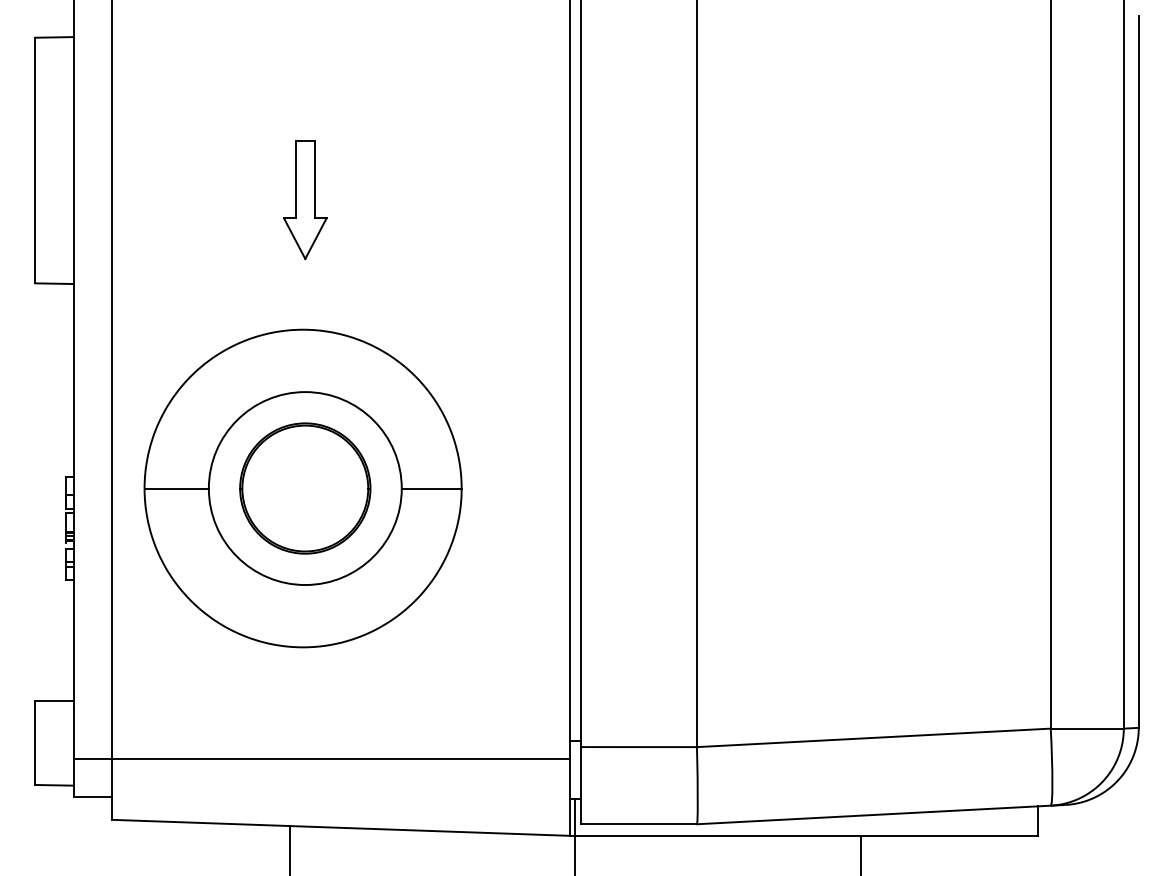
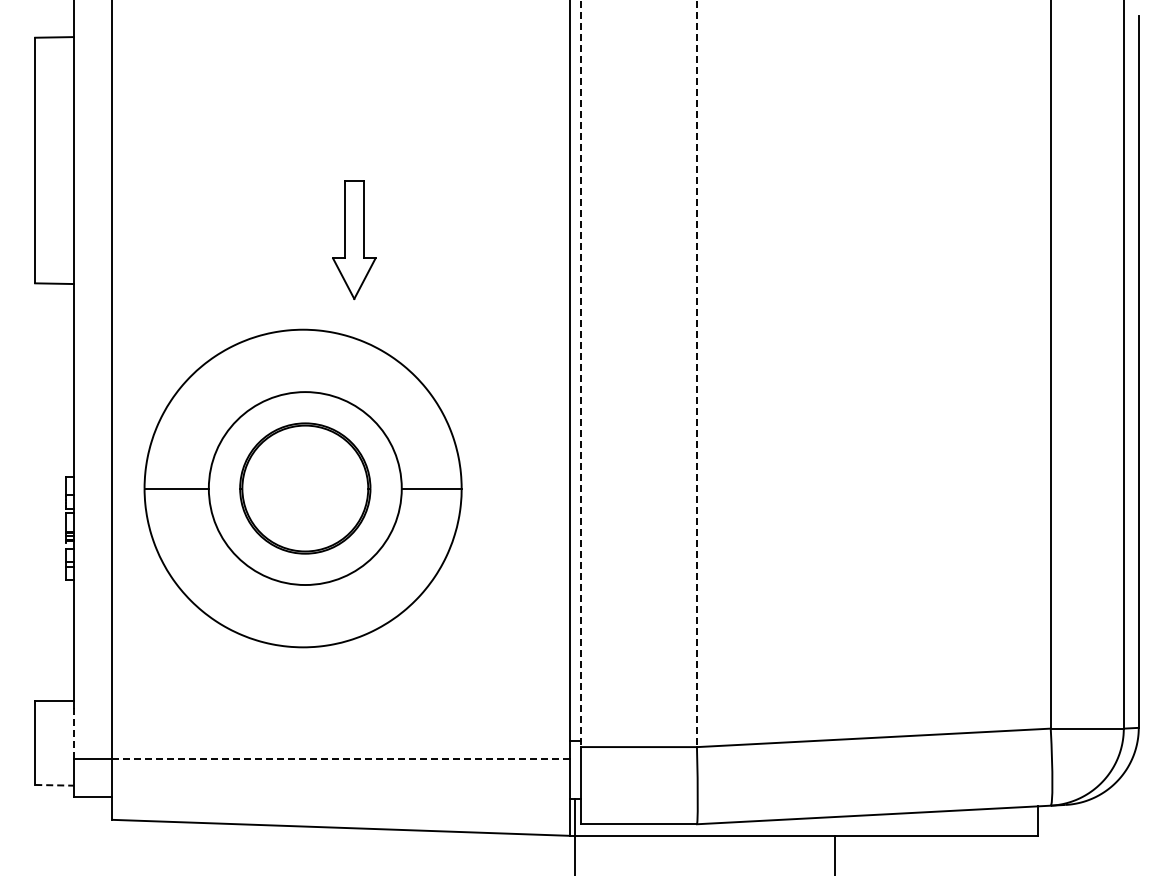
part at (305, 200) position: (305, 200) -> (354, 240)
line at (581, 374): solid -> dashed
line at (696, 374): solid -> dashed
line at (73, 734): solid -> dashed
line at (341, 758): solid -> dashed
line at (55, 785): solid -> dashed
line at (289, 849): present -> none
line at (860, 853) position: (860, 853) -> (834, 853)
